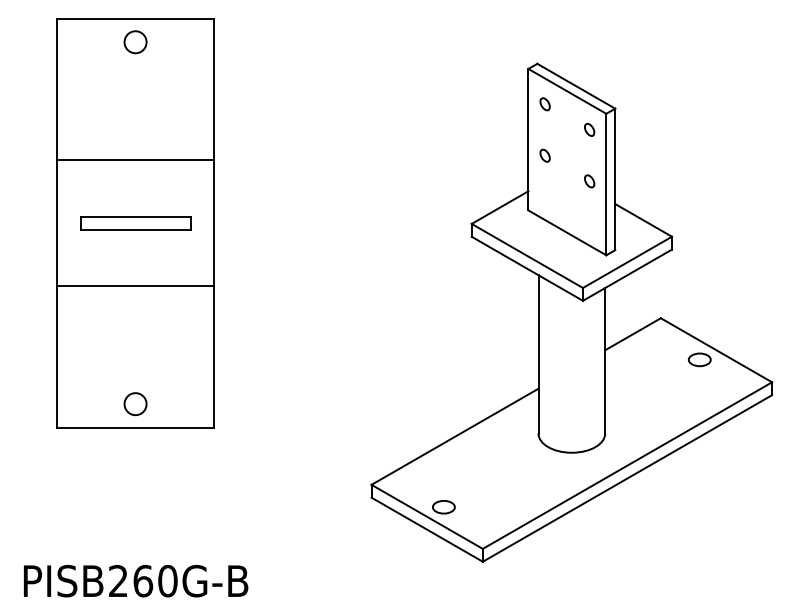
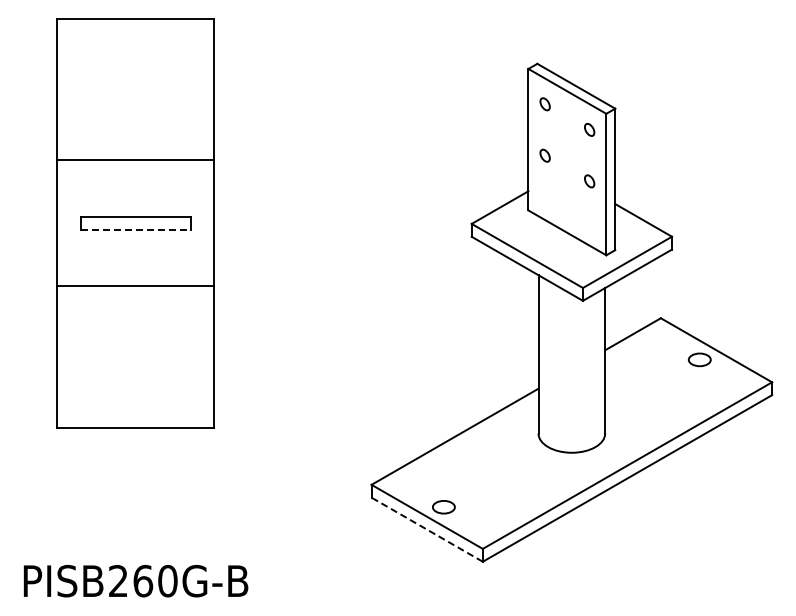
circle at (135, 42): present -> none
line at (136, 229): solid -> dashed
circle at (135, 404): present -> none
line at (426, 529): solid -> dashed
